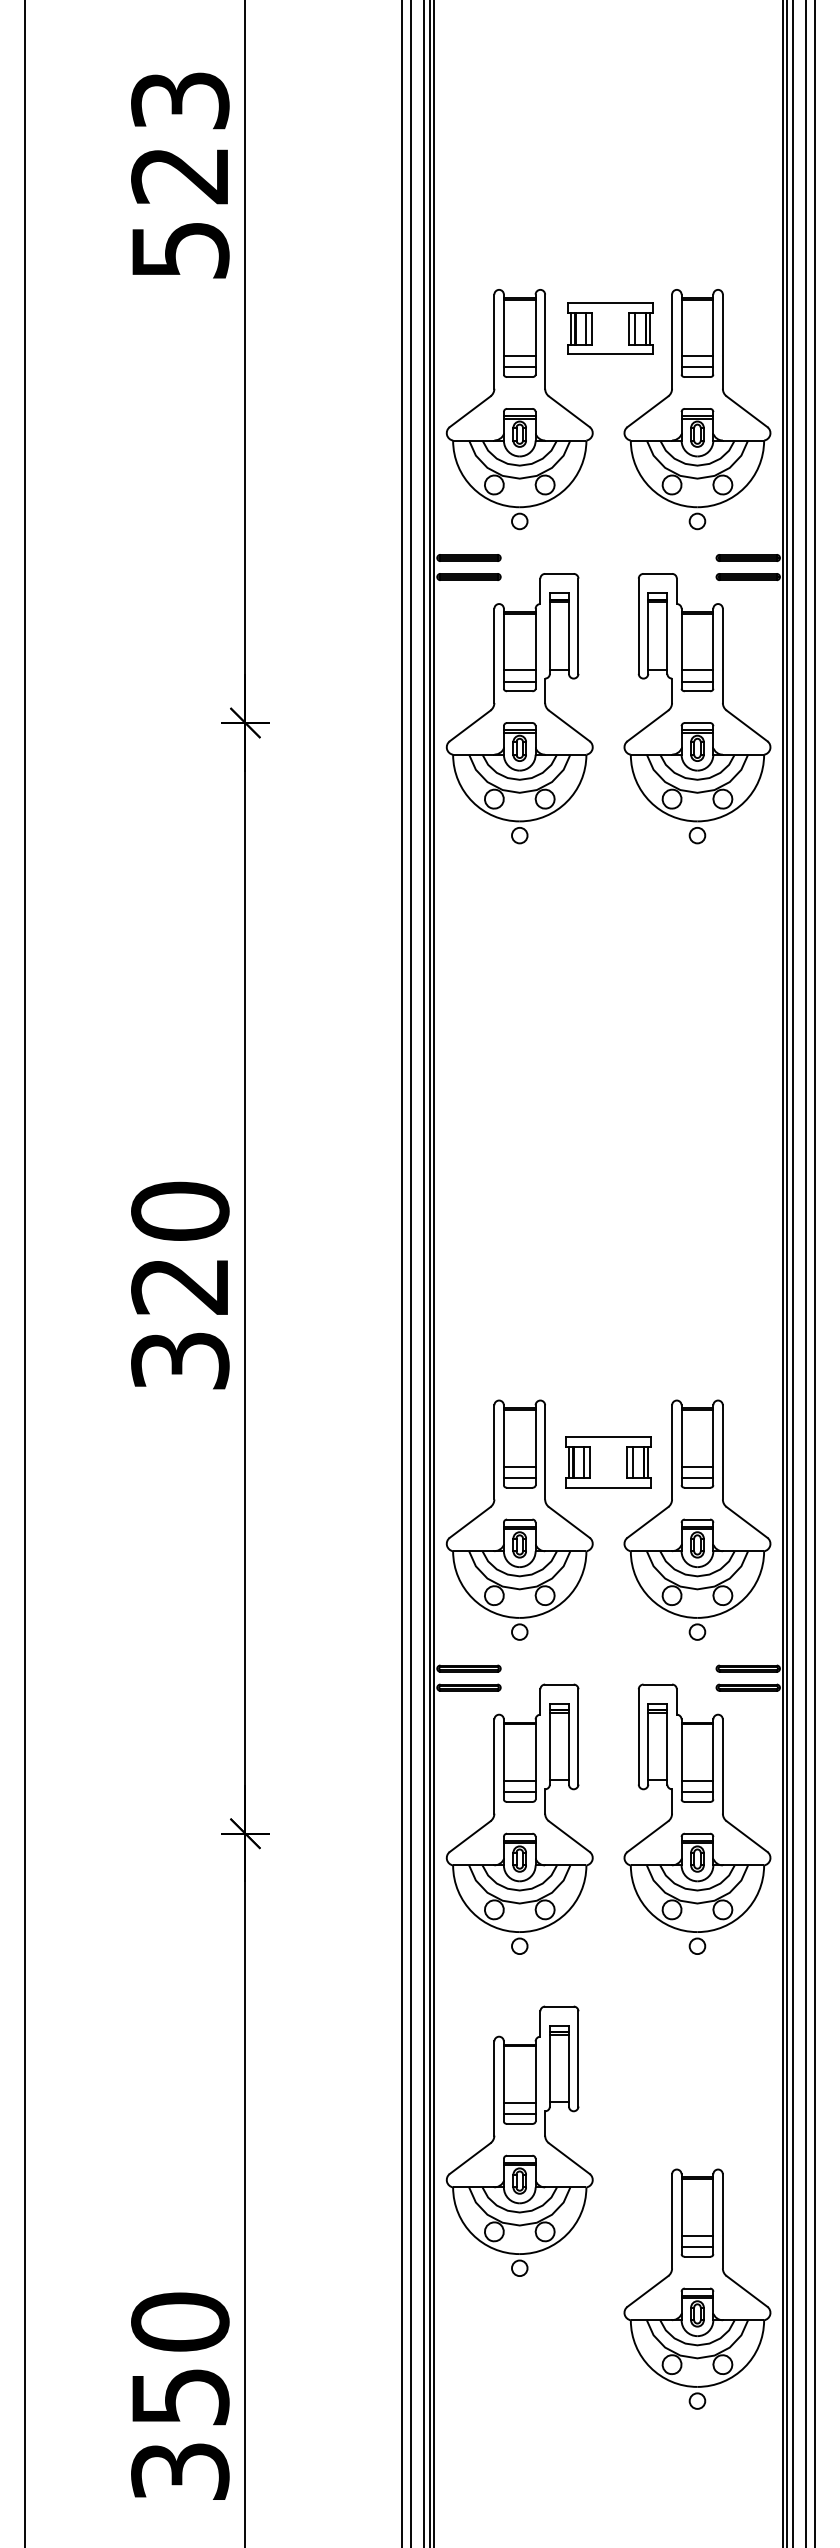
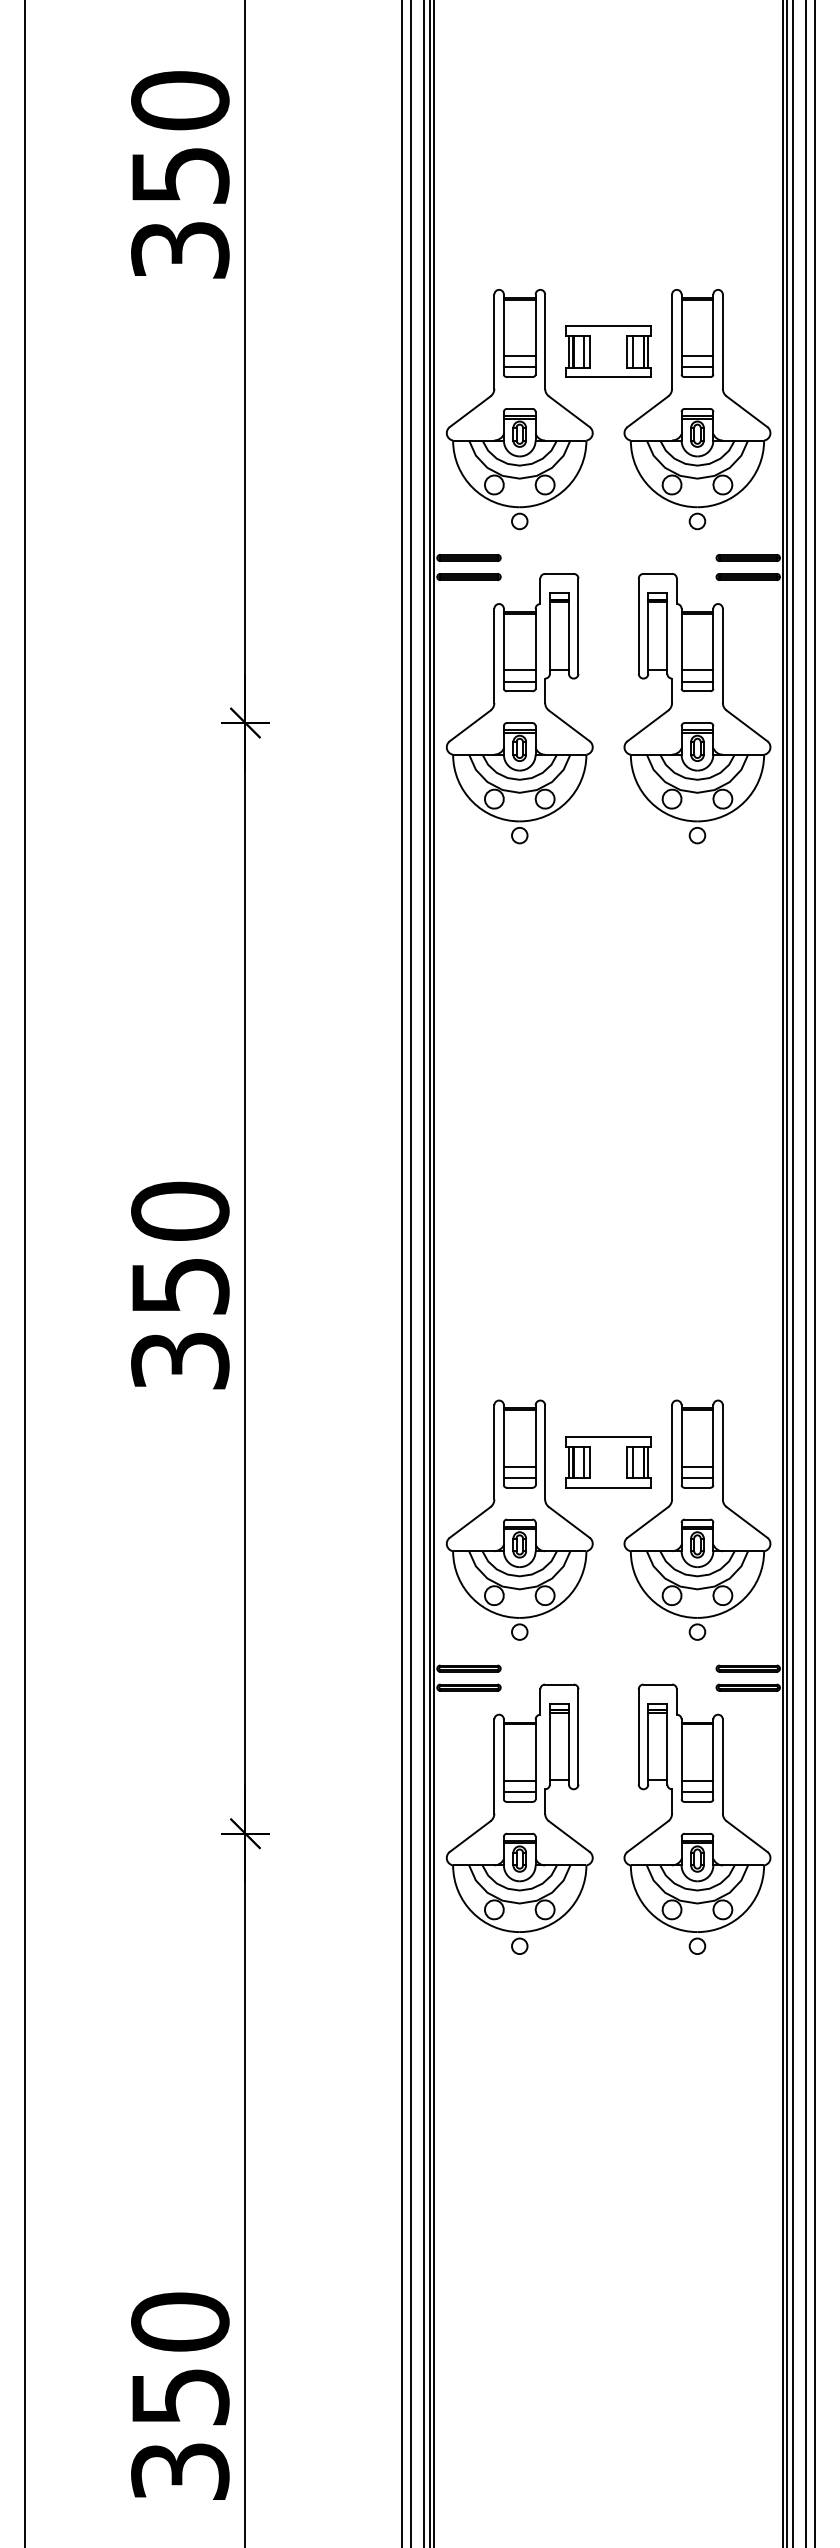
text at (180, 174): 523 -> 350
part at (610, 328) position: (610, 328) -> (608, 351)
text at (180, 1286): 320 -> 350
part at (519, 2140): present -> none
part at (697, 2288): present -> none
